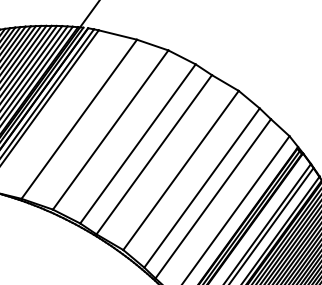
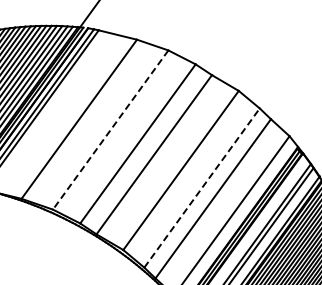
line at (110, 130): solid -> dashed
line at (202, 187): solid -> dashed
